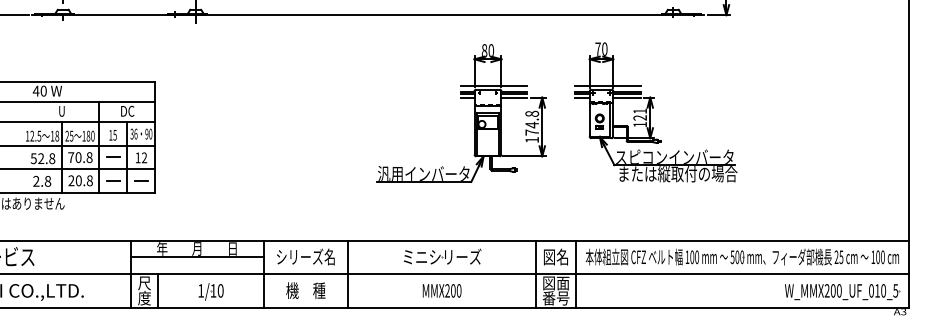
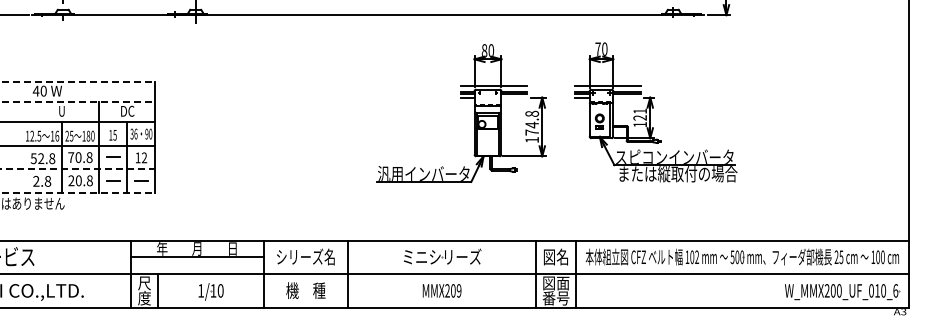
line at (78, 81): solid -> dashed
line at (514, 97): present -> none
line at (626, 97): present -> none
line at (78, 101): solid -> dashed
text at (57, 135): 18 -> 16
line at (78, 169): solid -> dashed
line at (78, 192): solid -> dashed
text at (697, 257): 100 -> 102
text at (458, 290): MMX200 -> MMX209
text at (895, 290): W_MMX200_UF_010_5 -> W_MMX200_UF_010_6
